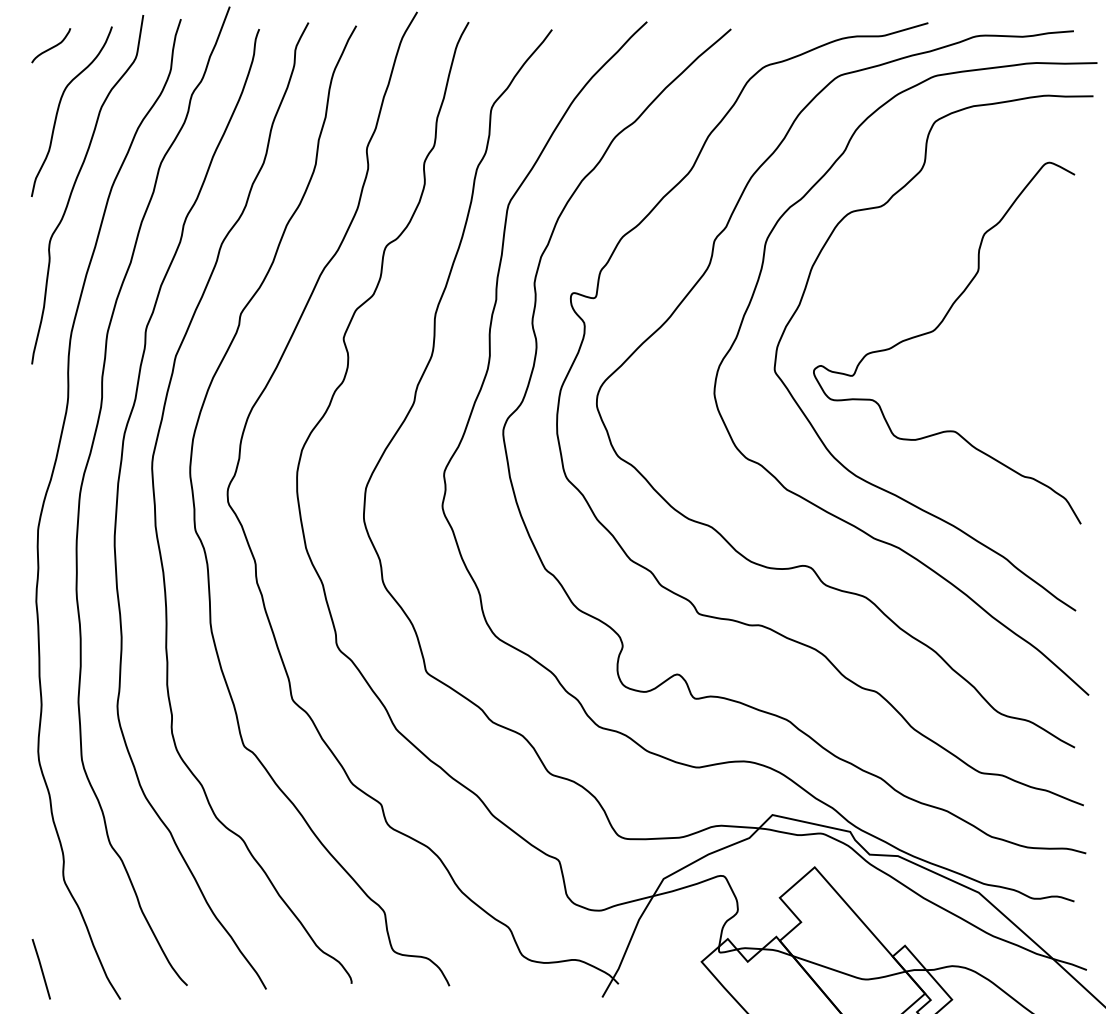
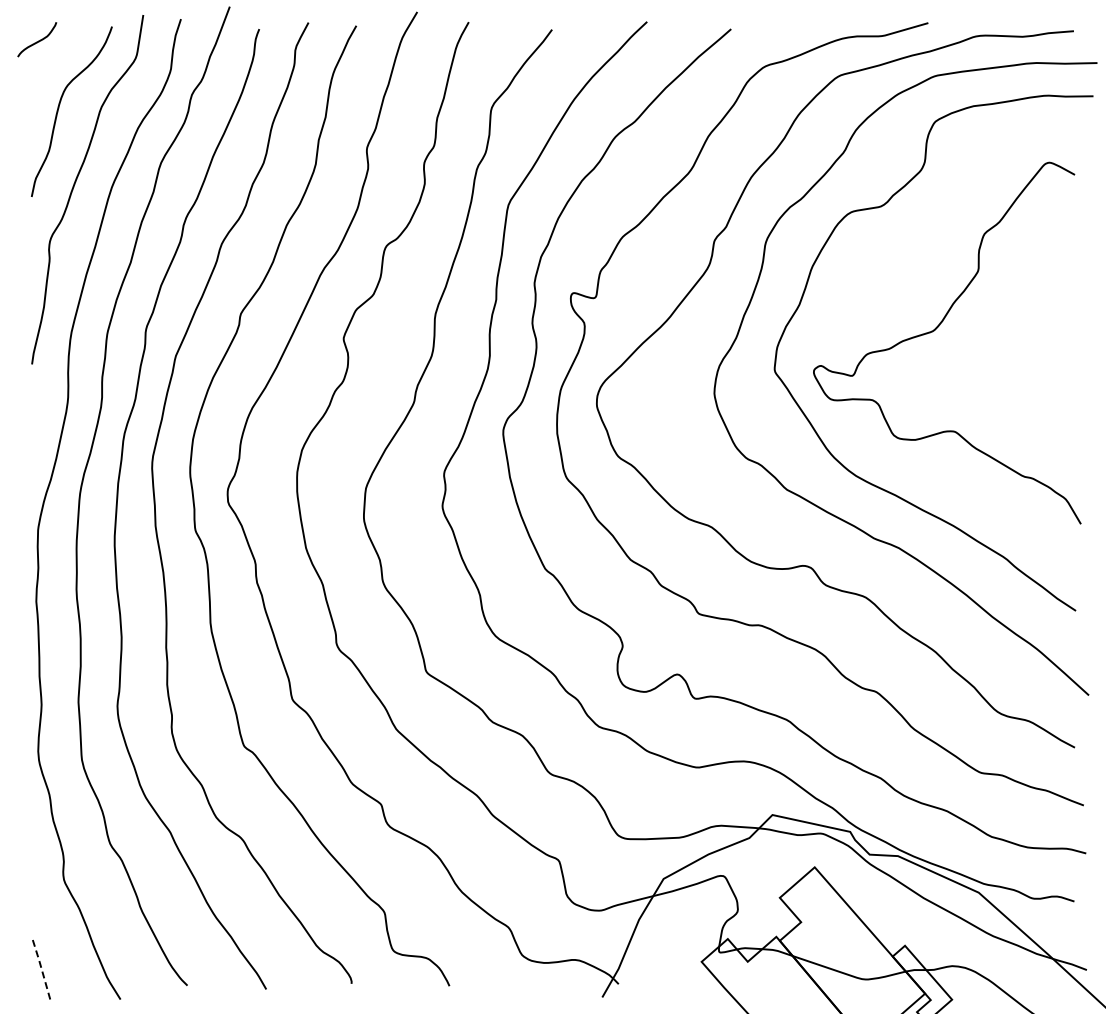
curve at (52, 46) position: (52, 46) -> (38, 40)
line at (41, 968): solid -> dashed
